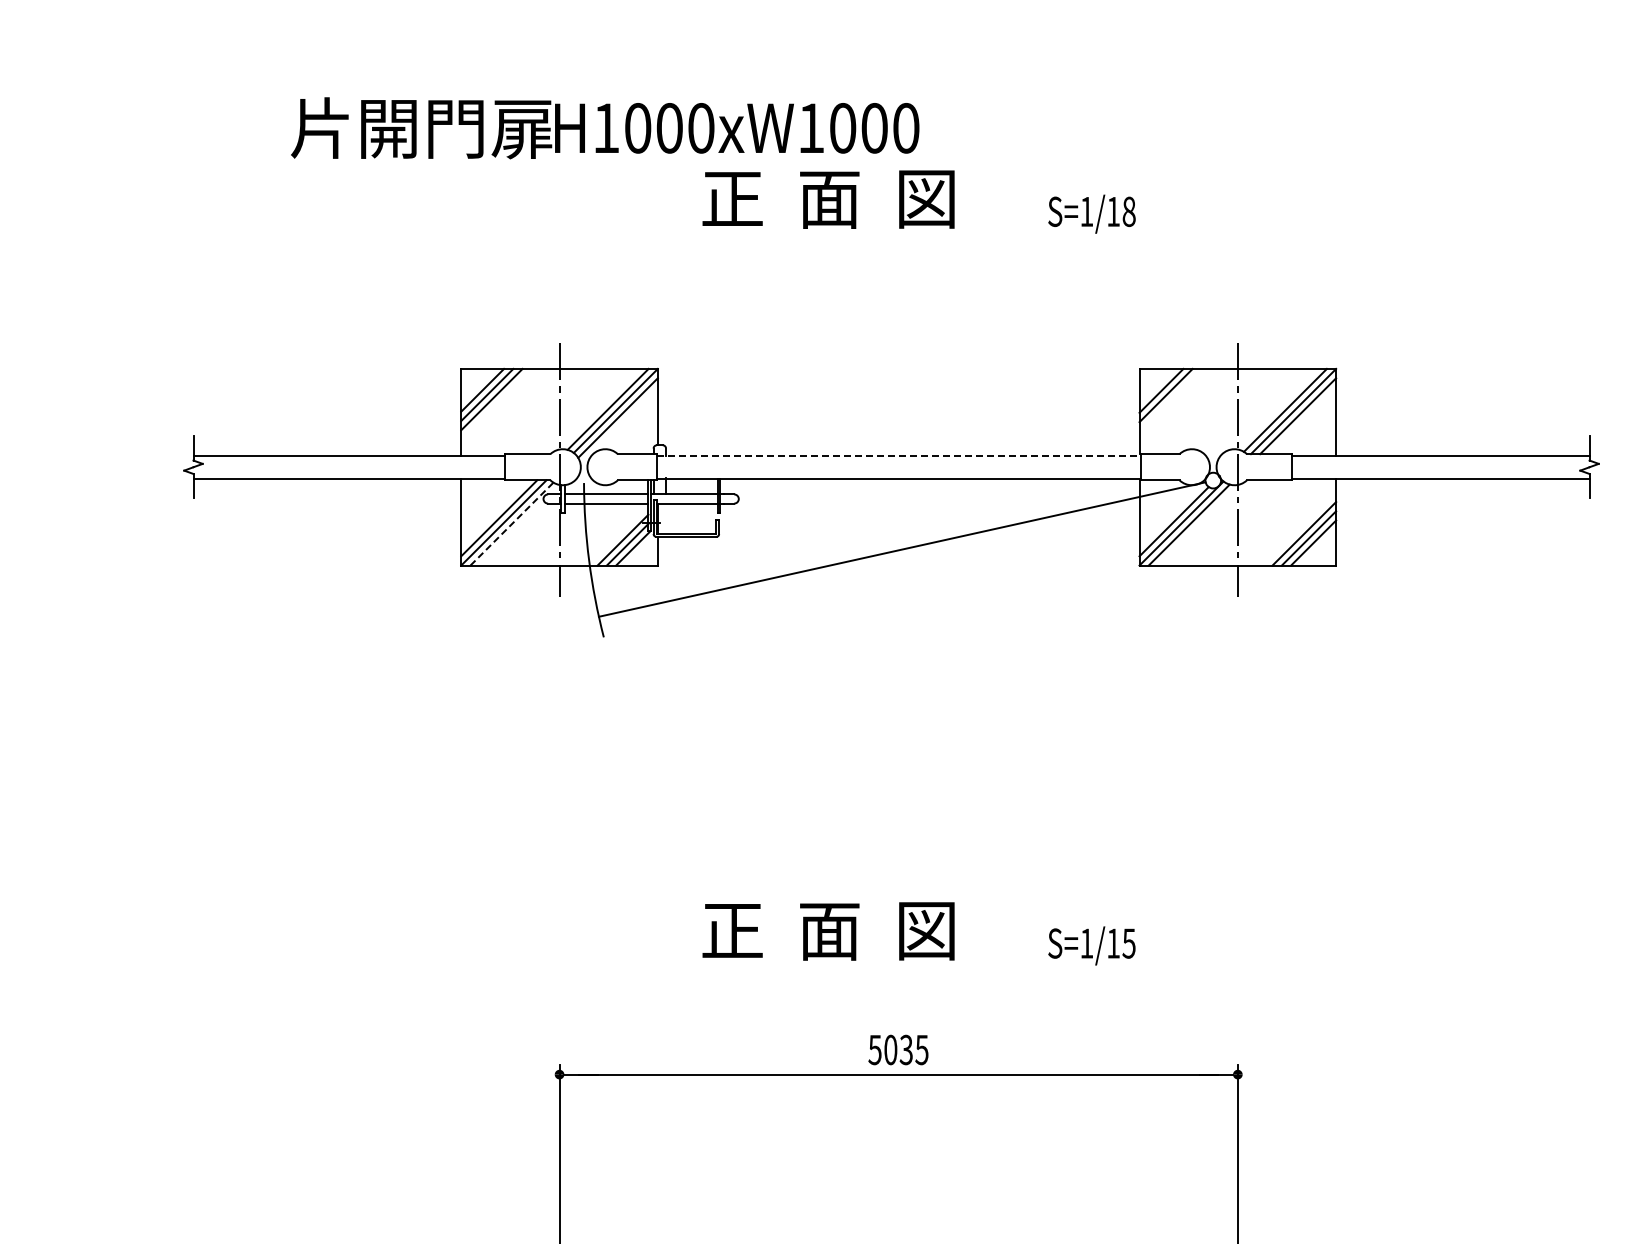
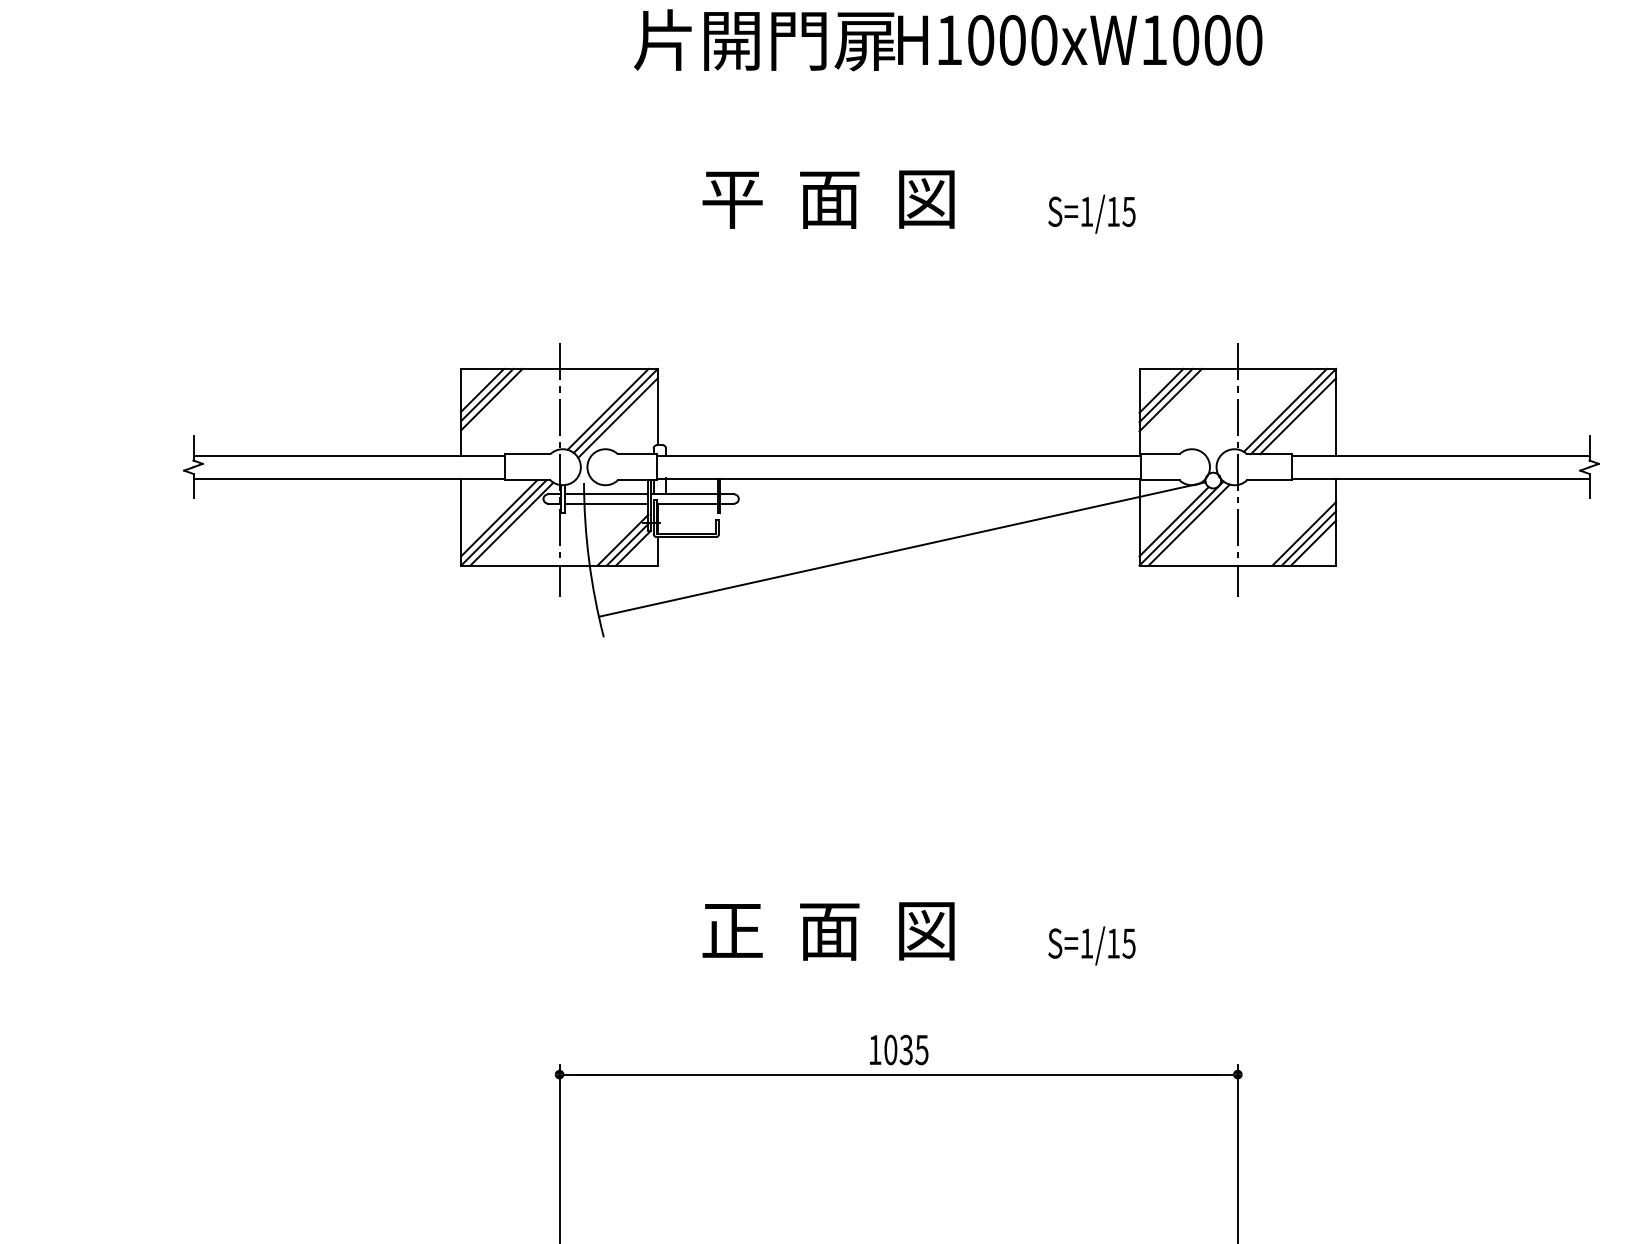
text at (605, 128) position: (605, 128) -> (948, 40)
text at (732, 199): 正  面  図 -> 平  面  図
text at (1128, 211): S=1/18 -> S=1/15
line at (1170, 399): none -> present
line at (899, 455): dashed -> solid
line at (512, 524): dashed -> solid
text at (874, 1050): 5035 -> 1035
